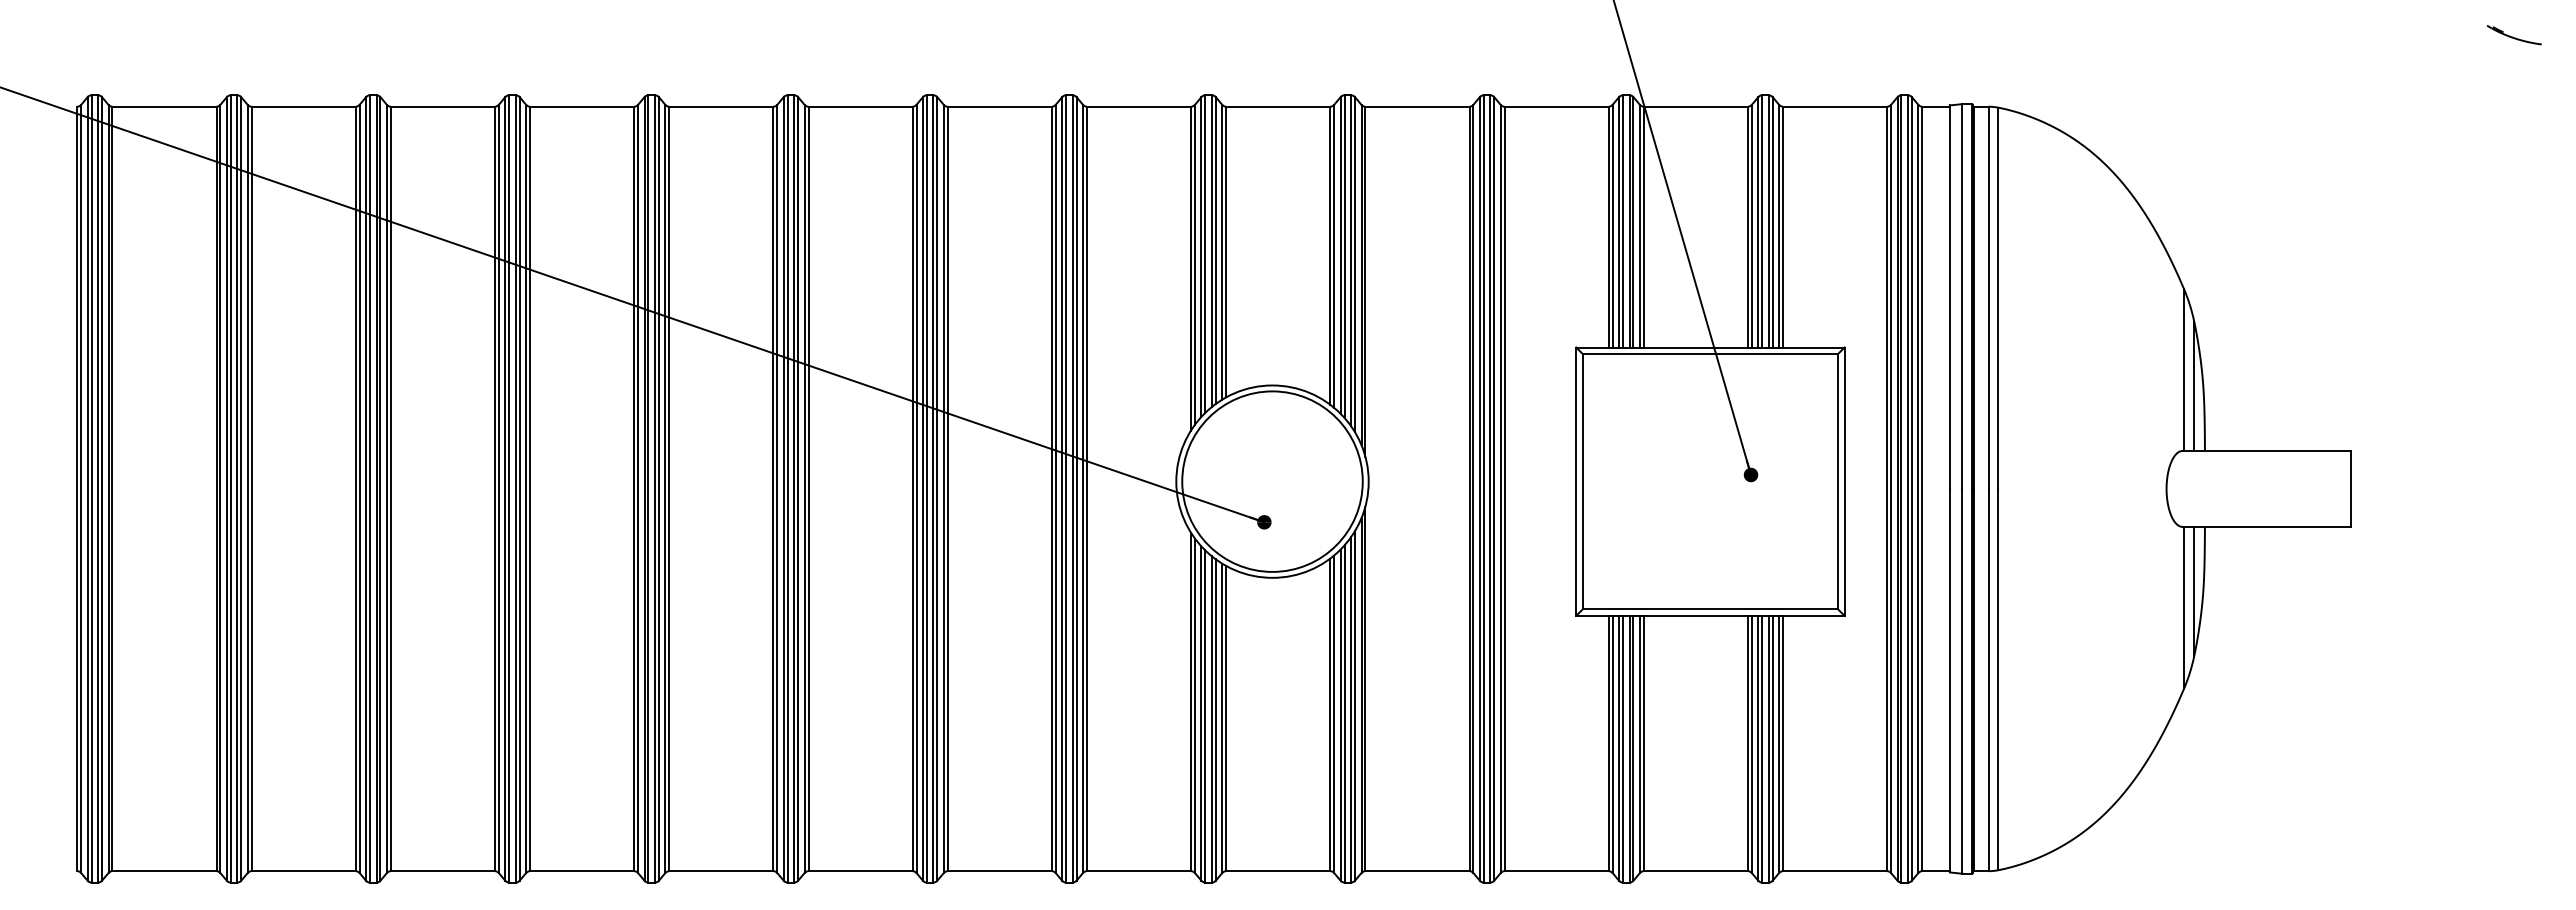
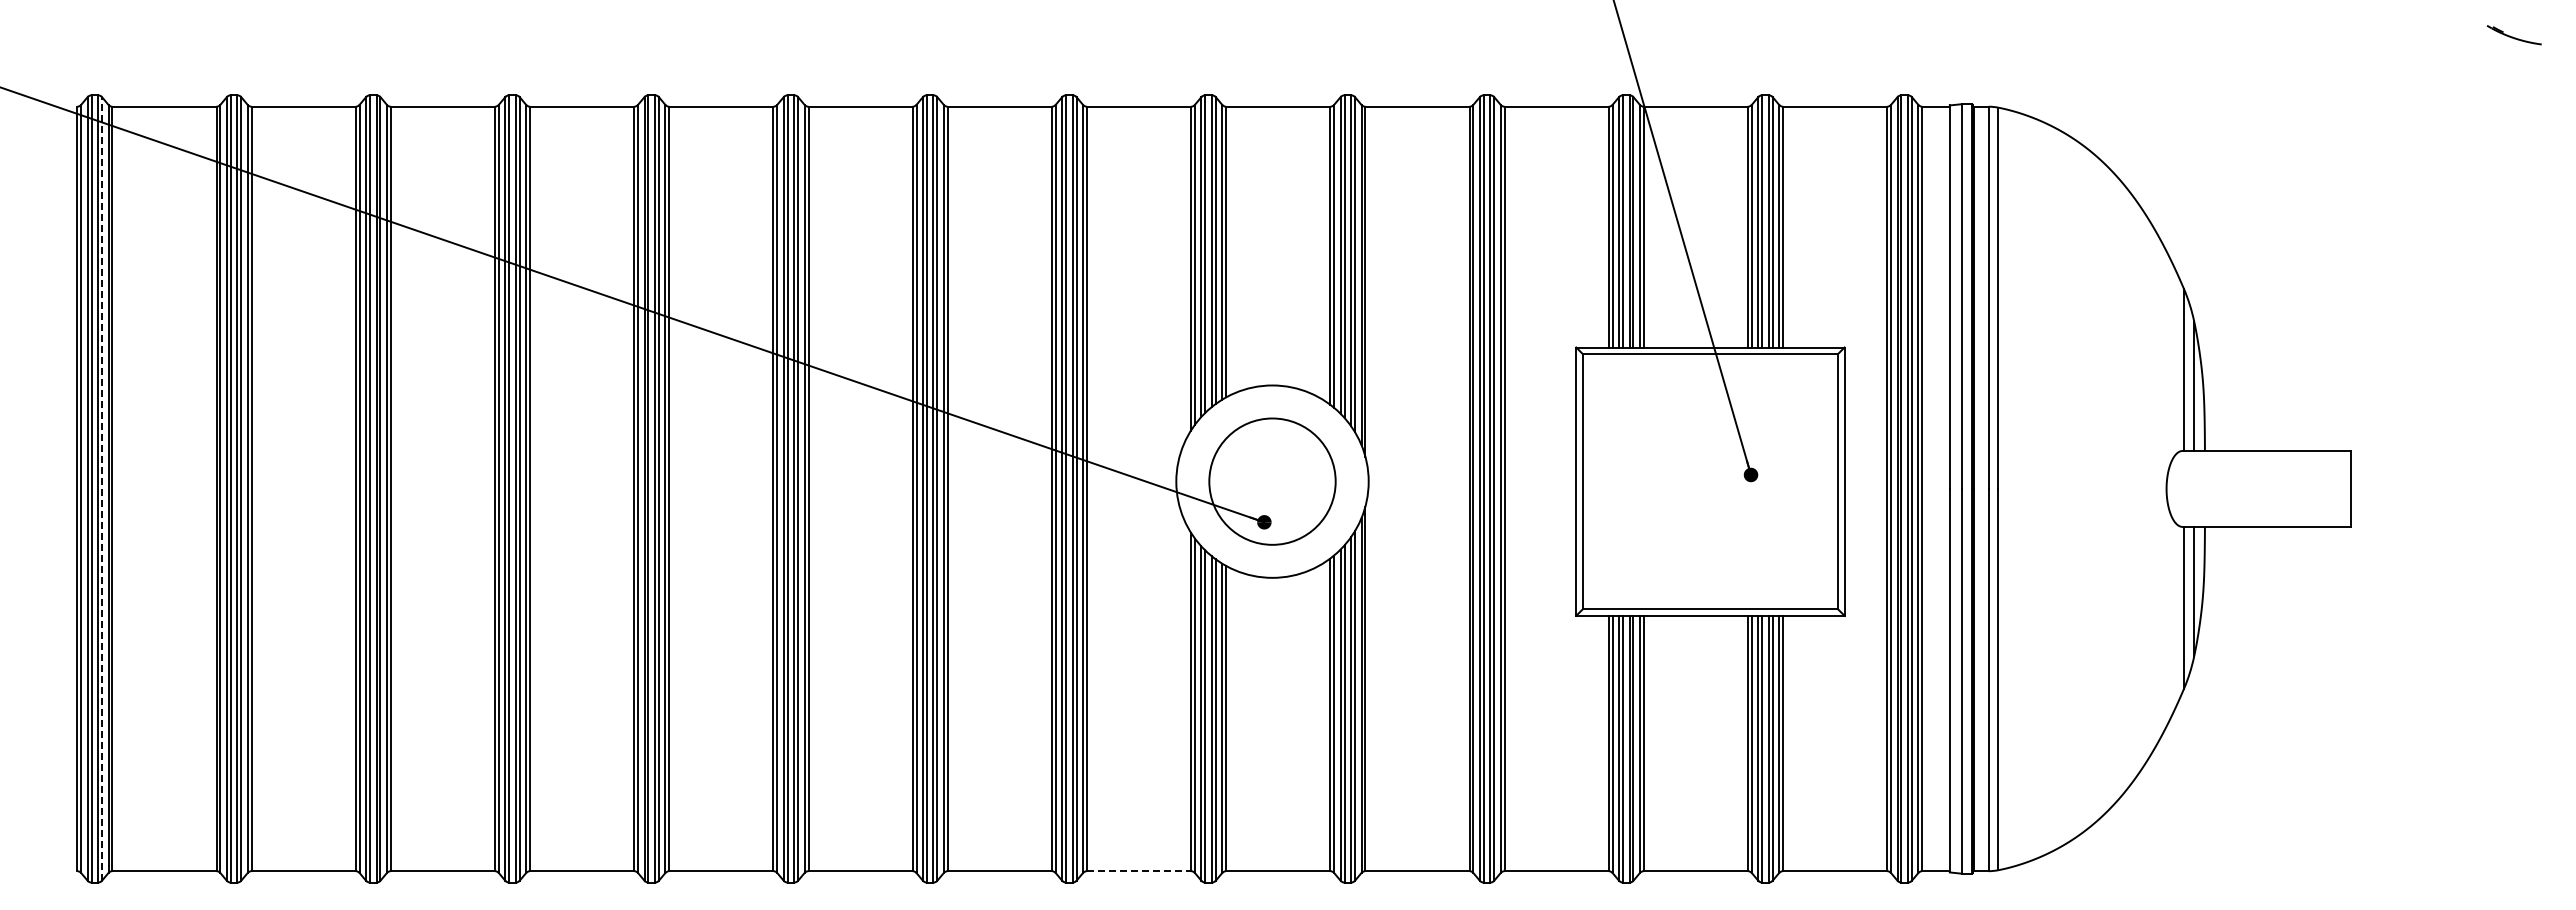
circle at (1272, 481) diameter: 181 px -> 126 px
line at (102, 488): solid -> dashed
line at (1139, 871): solid -> dashed
